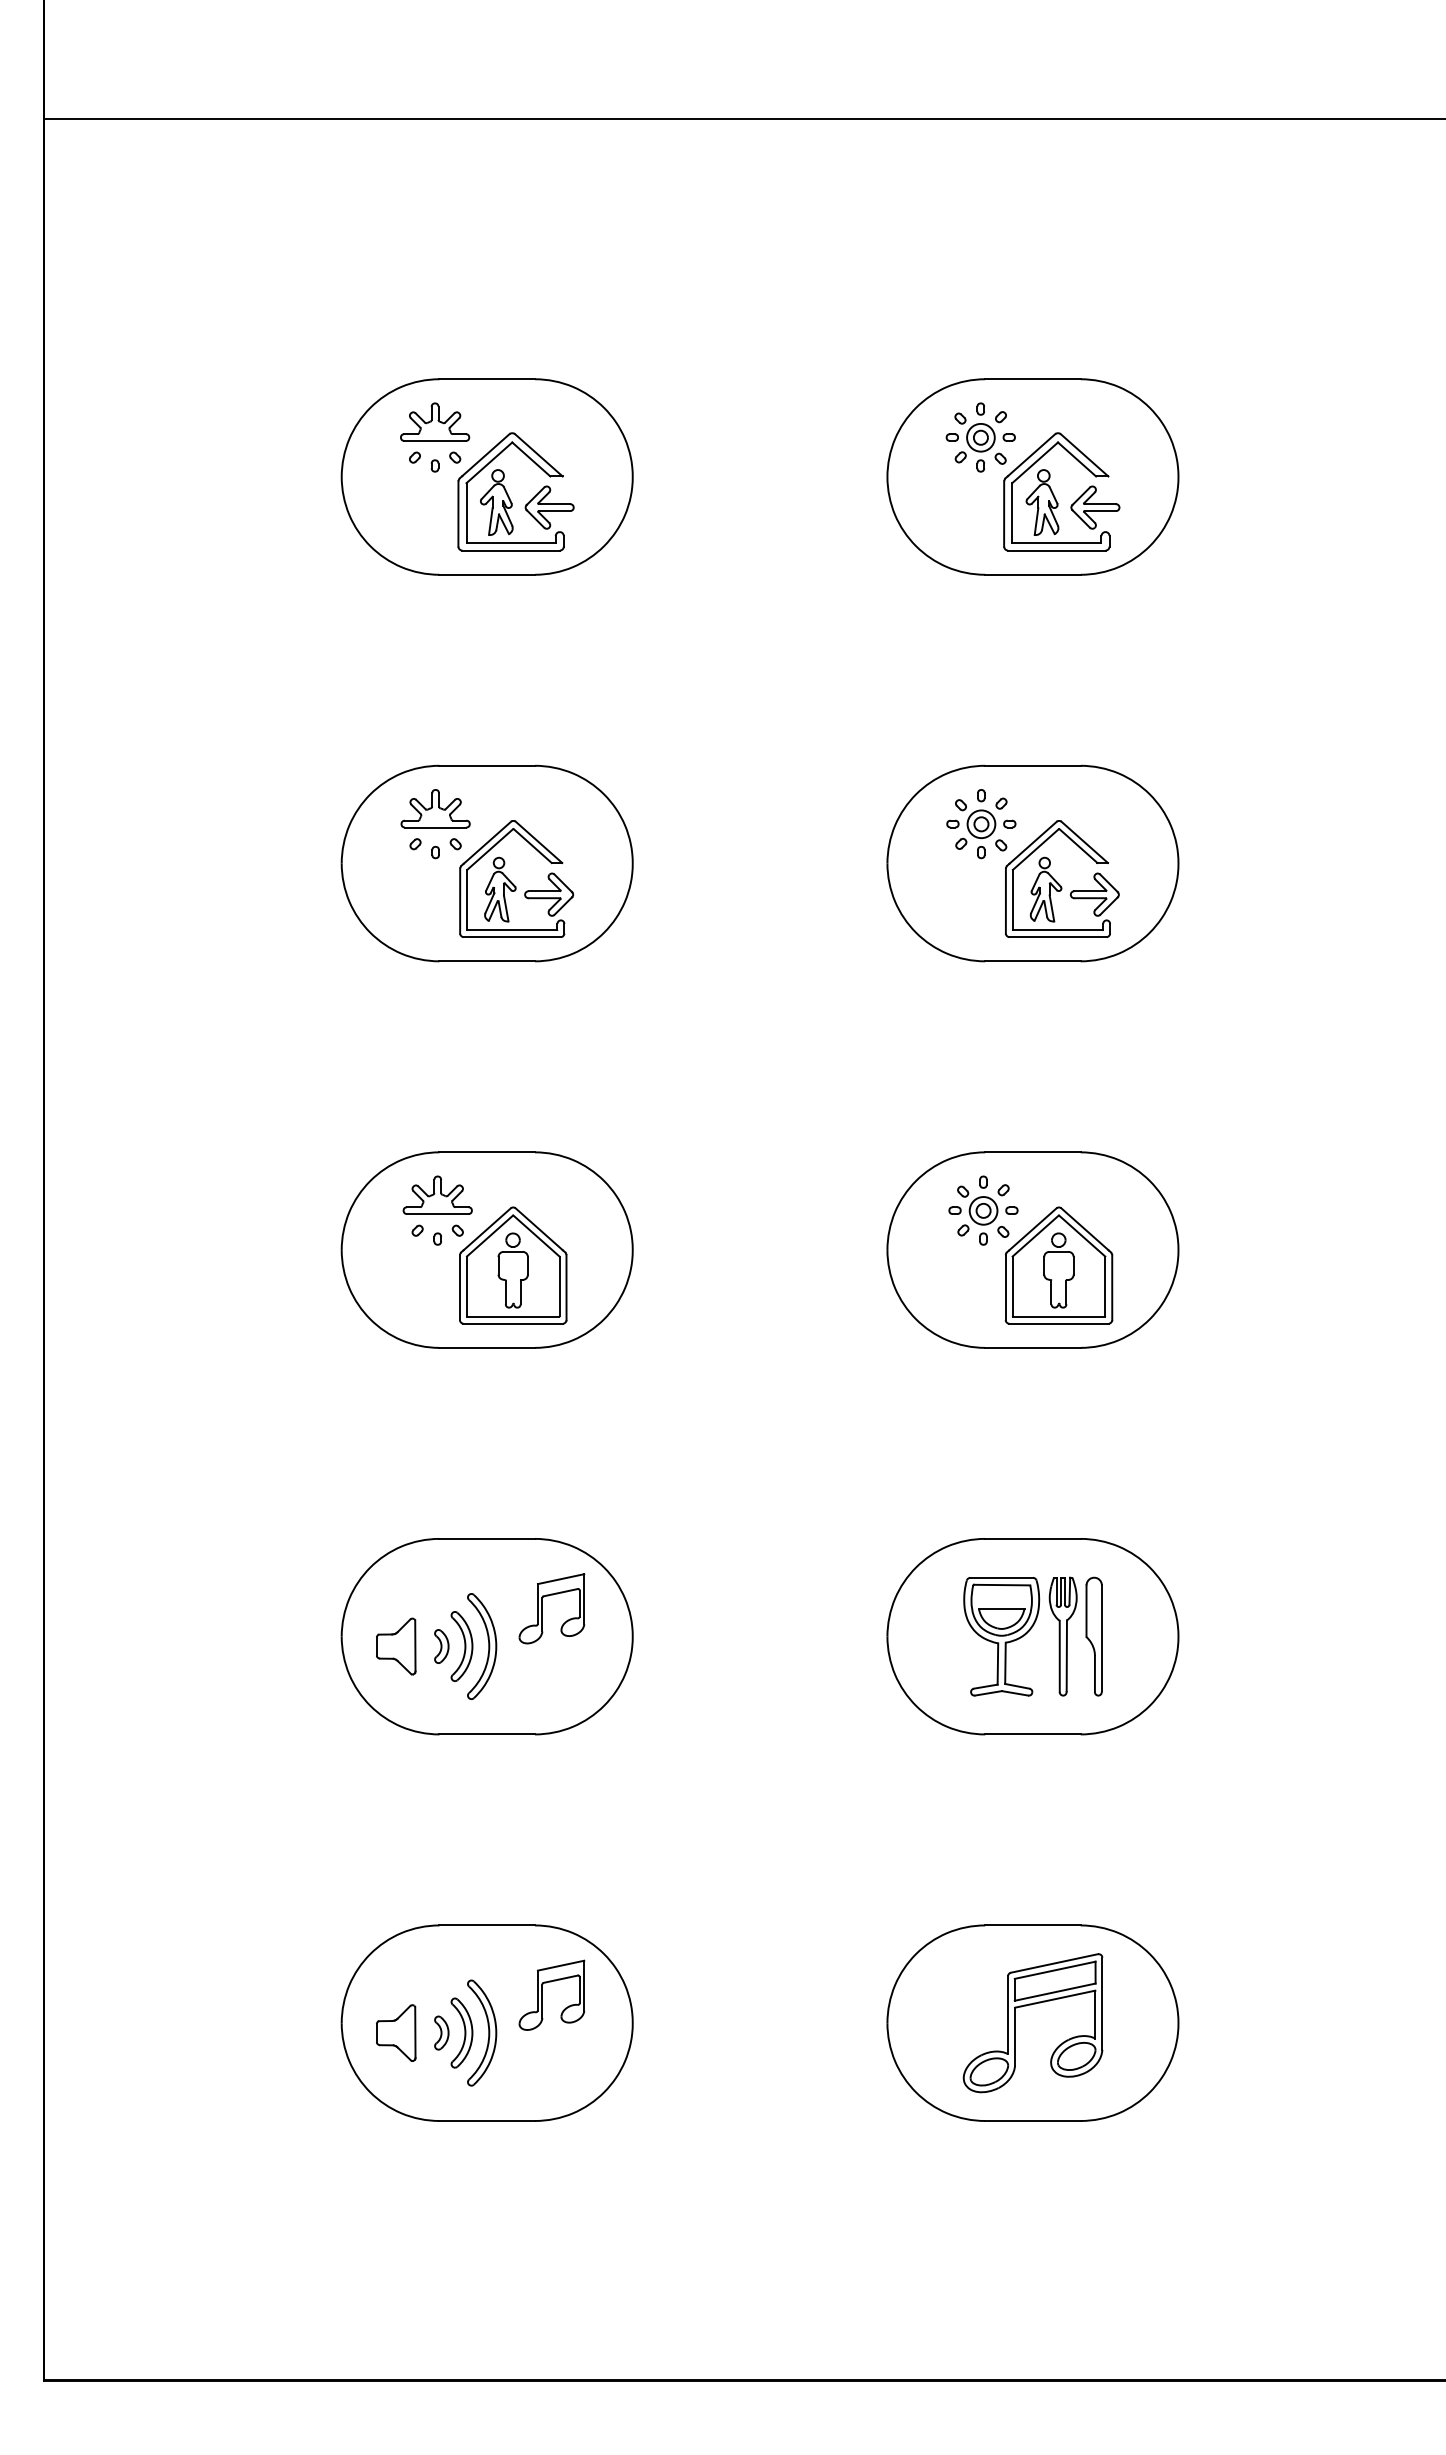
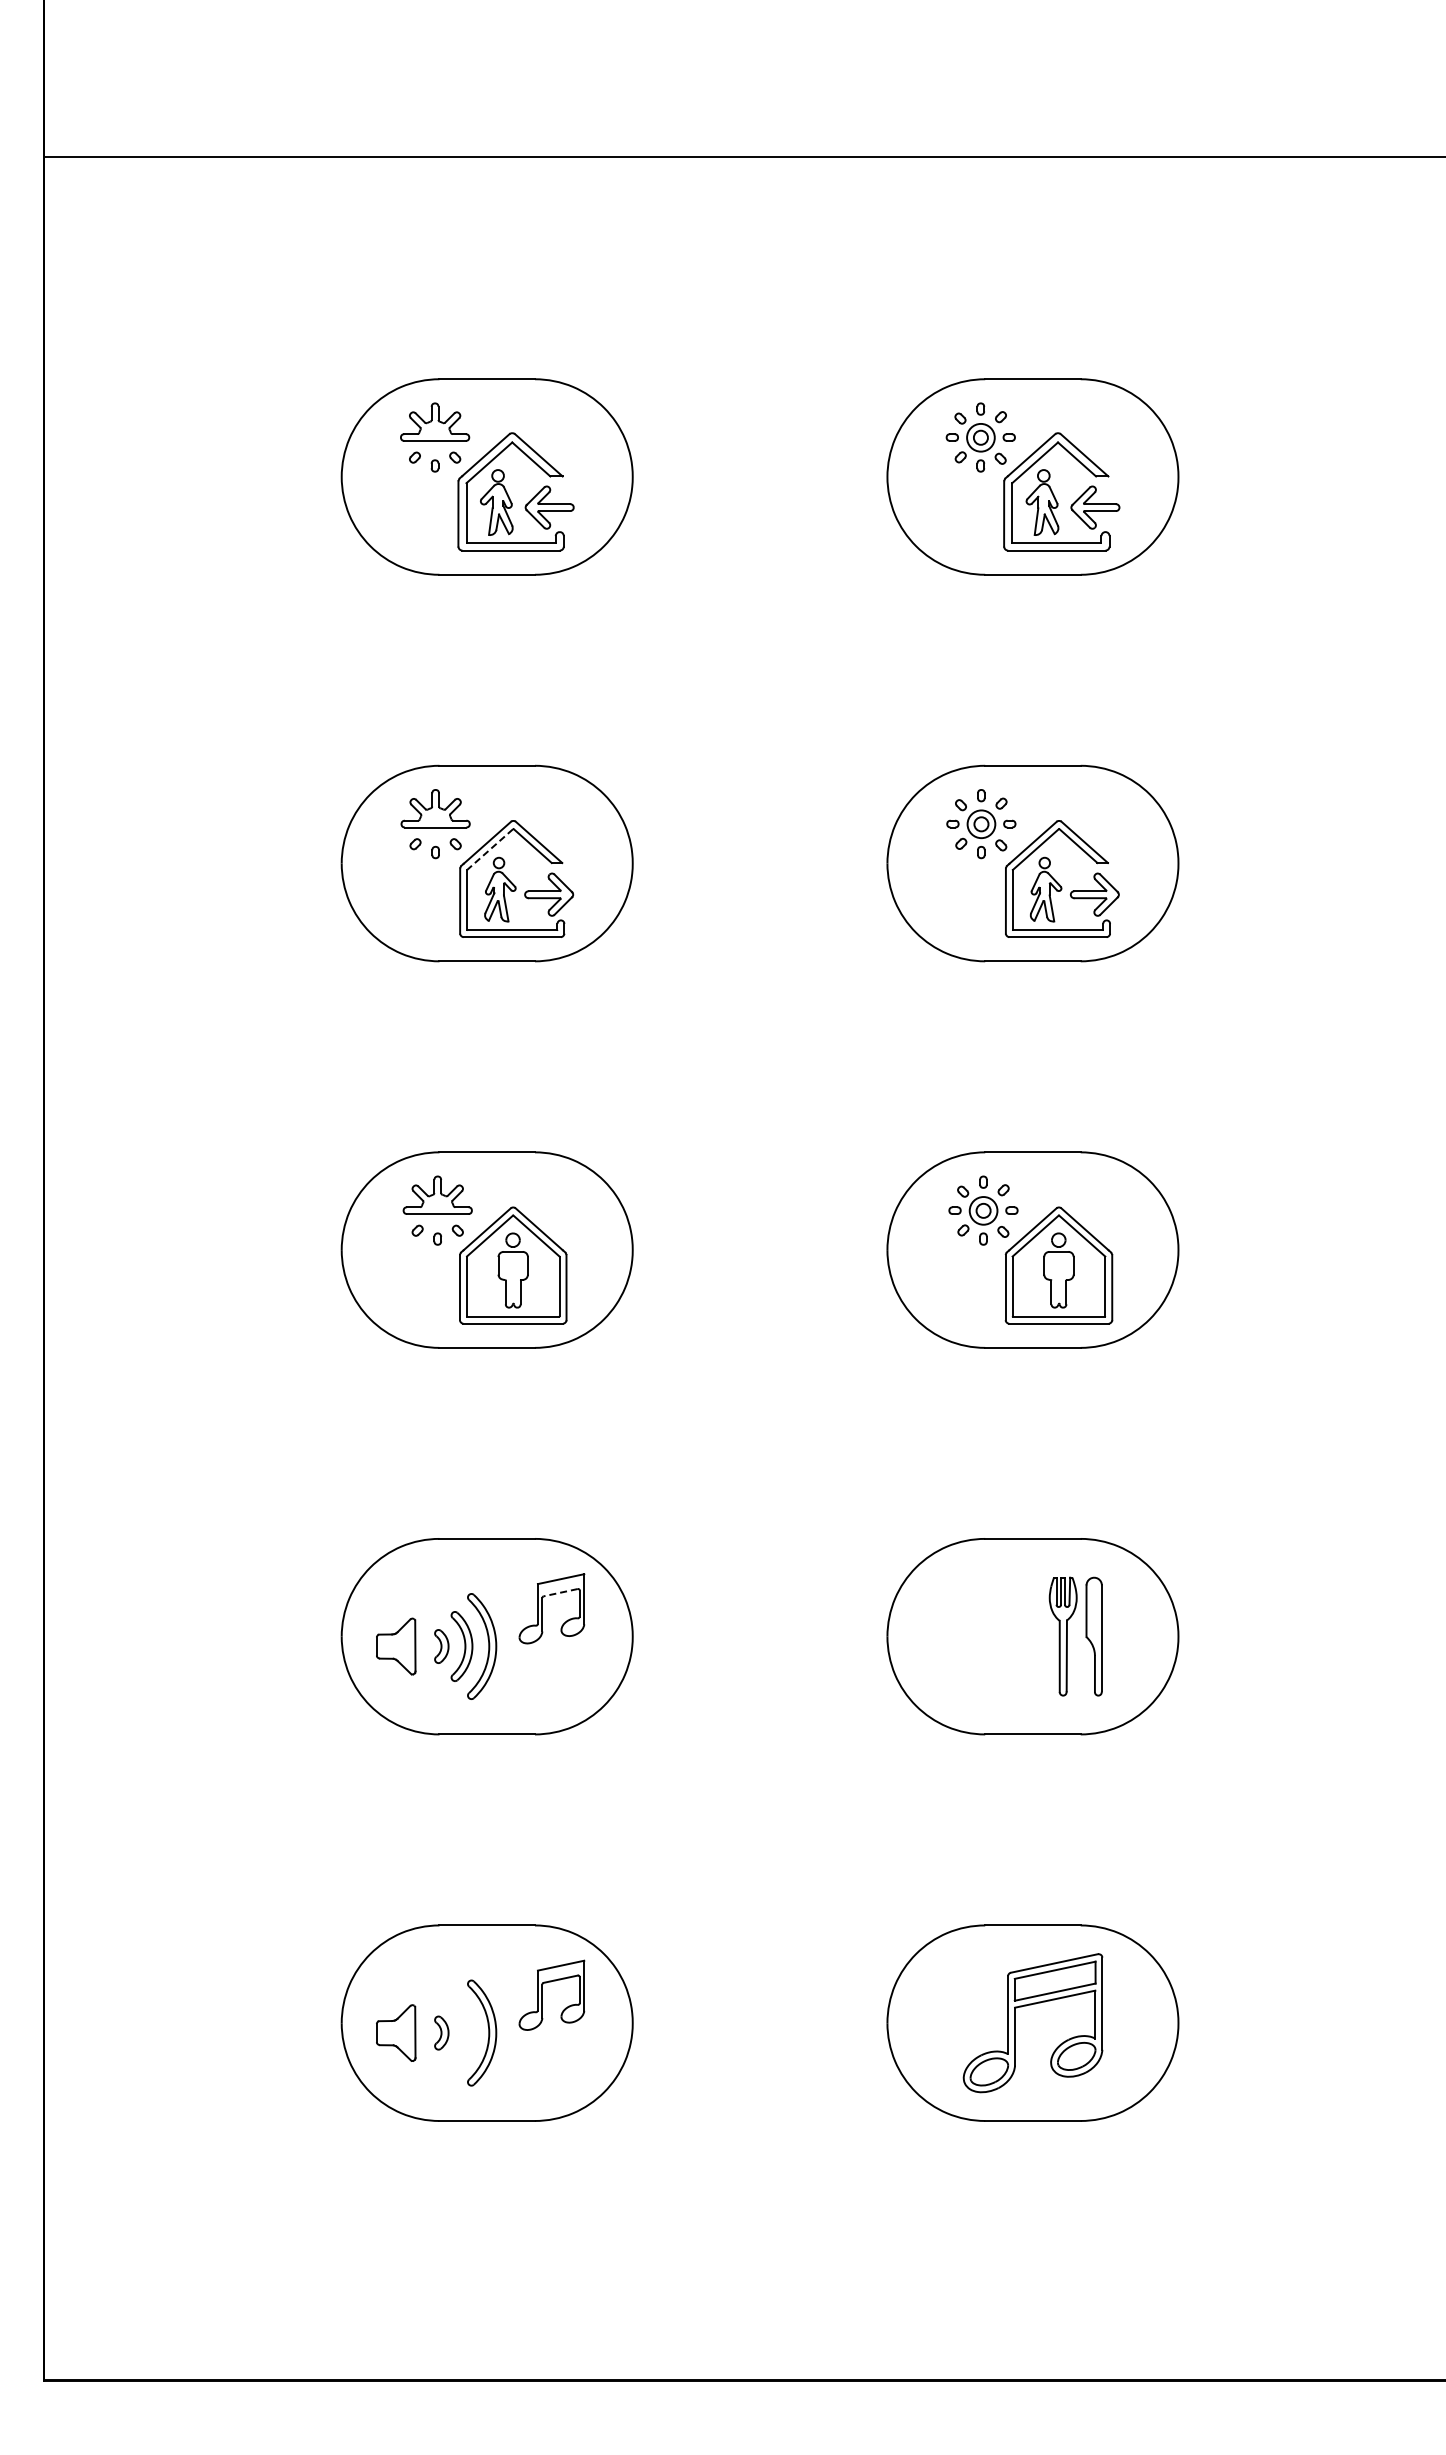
line at (742, 118) position: (742, 118) -> (742, 156)
line at (490, 849): solid -> dashed
line at (560, 1592): solid -> dashed
part at (1001, 1636): present -> none
part at (461, 2032): present -> none
